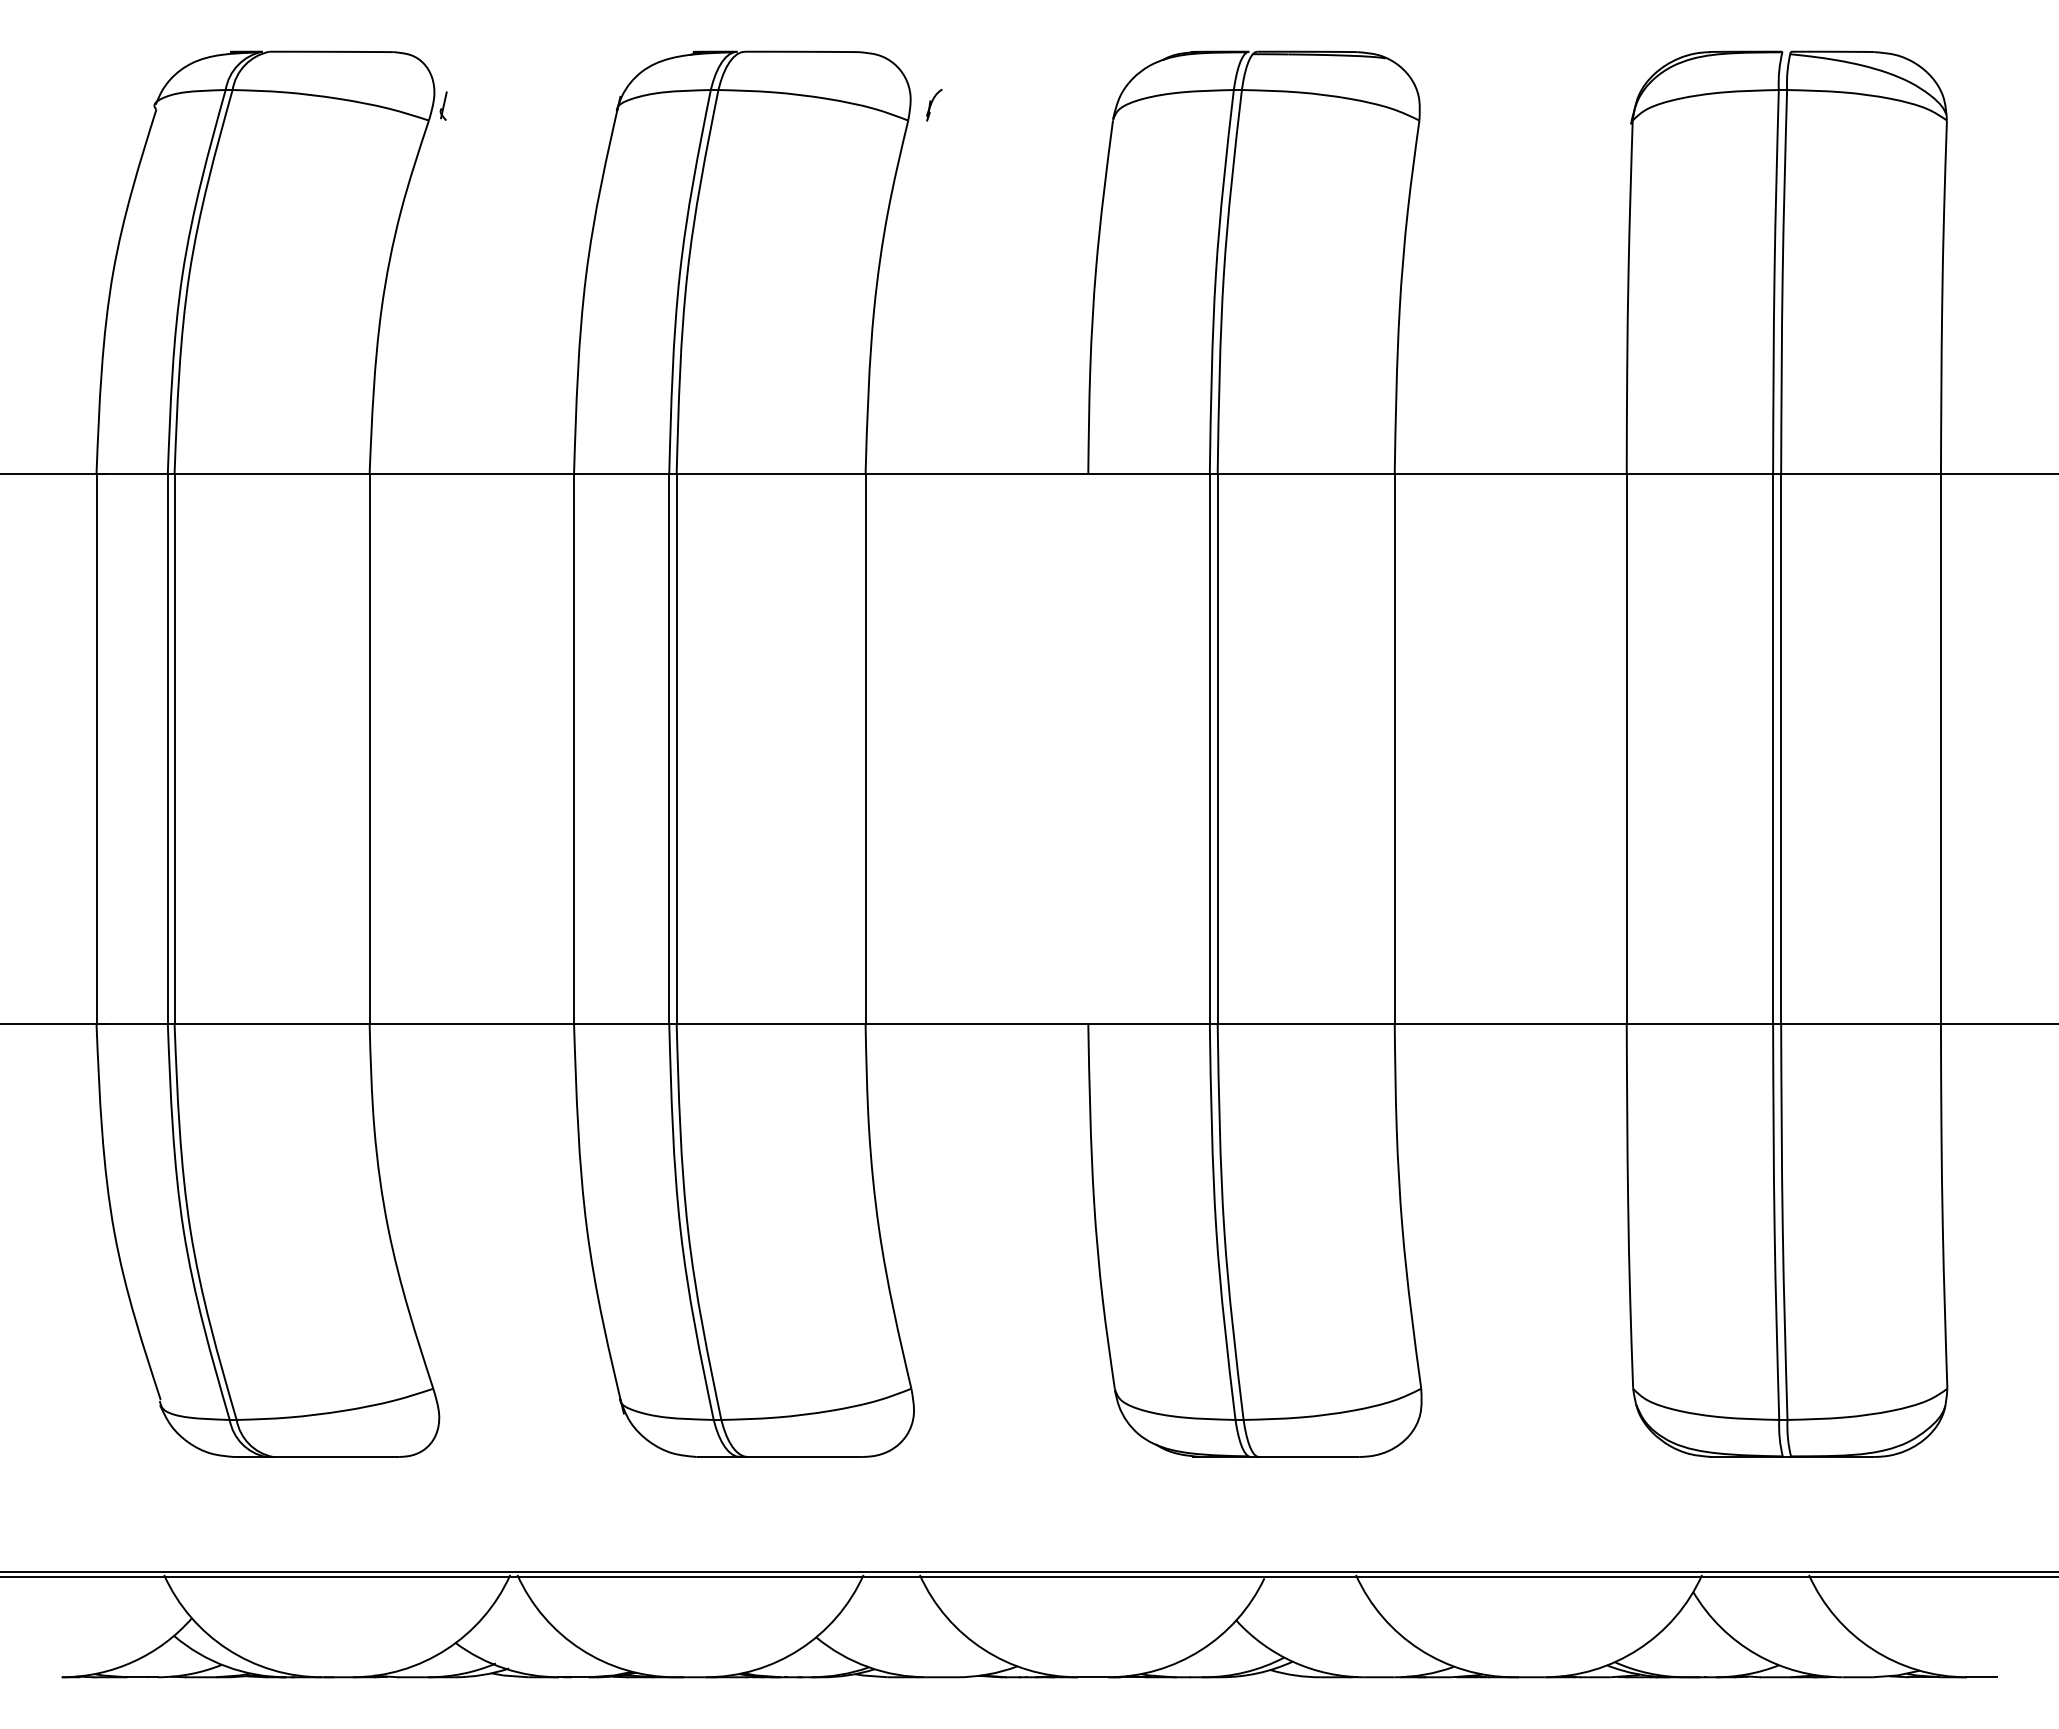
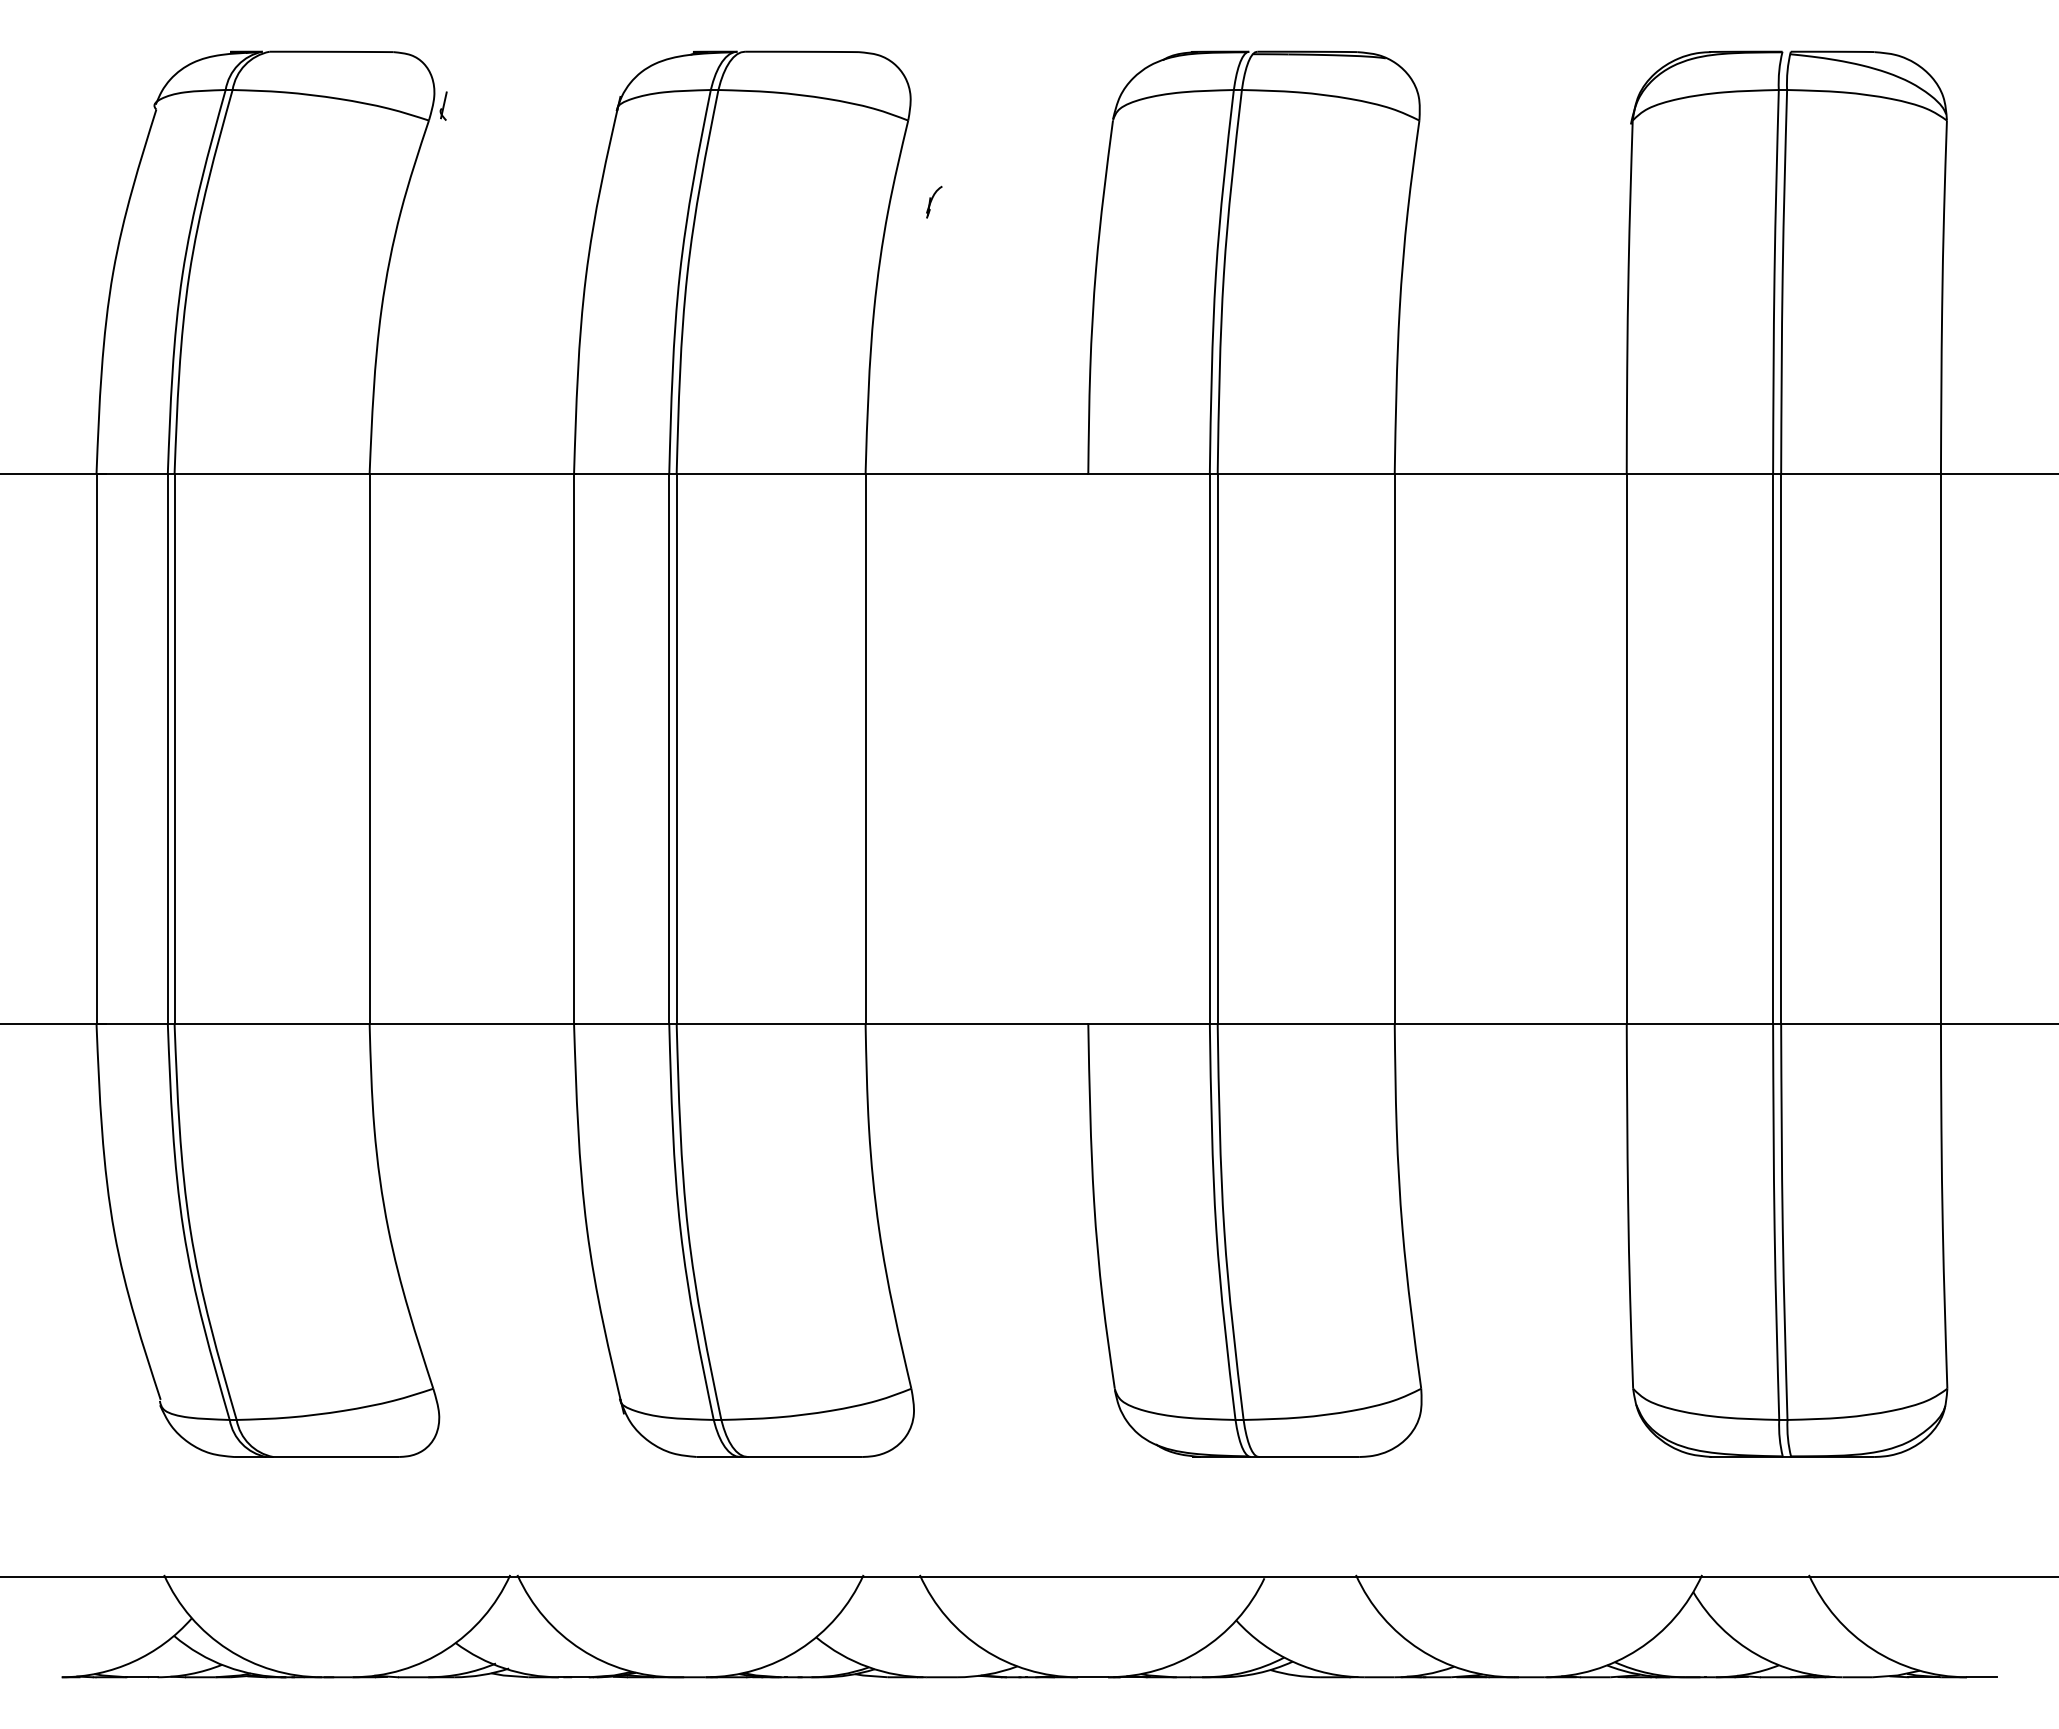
part at (934, 104) position: (934, 104) -> (934, 201)
line at (1028, 1571): present -> none
